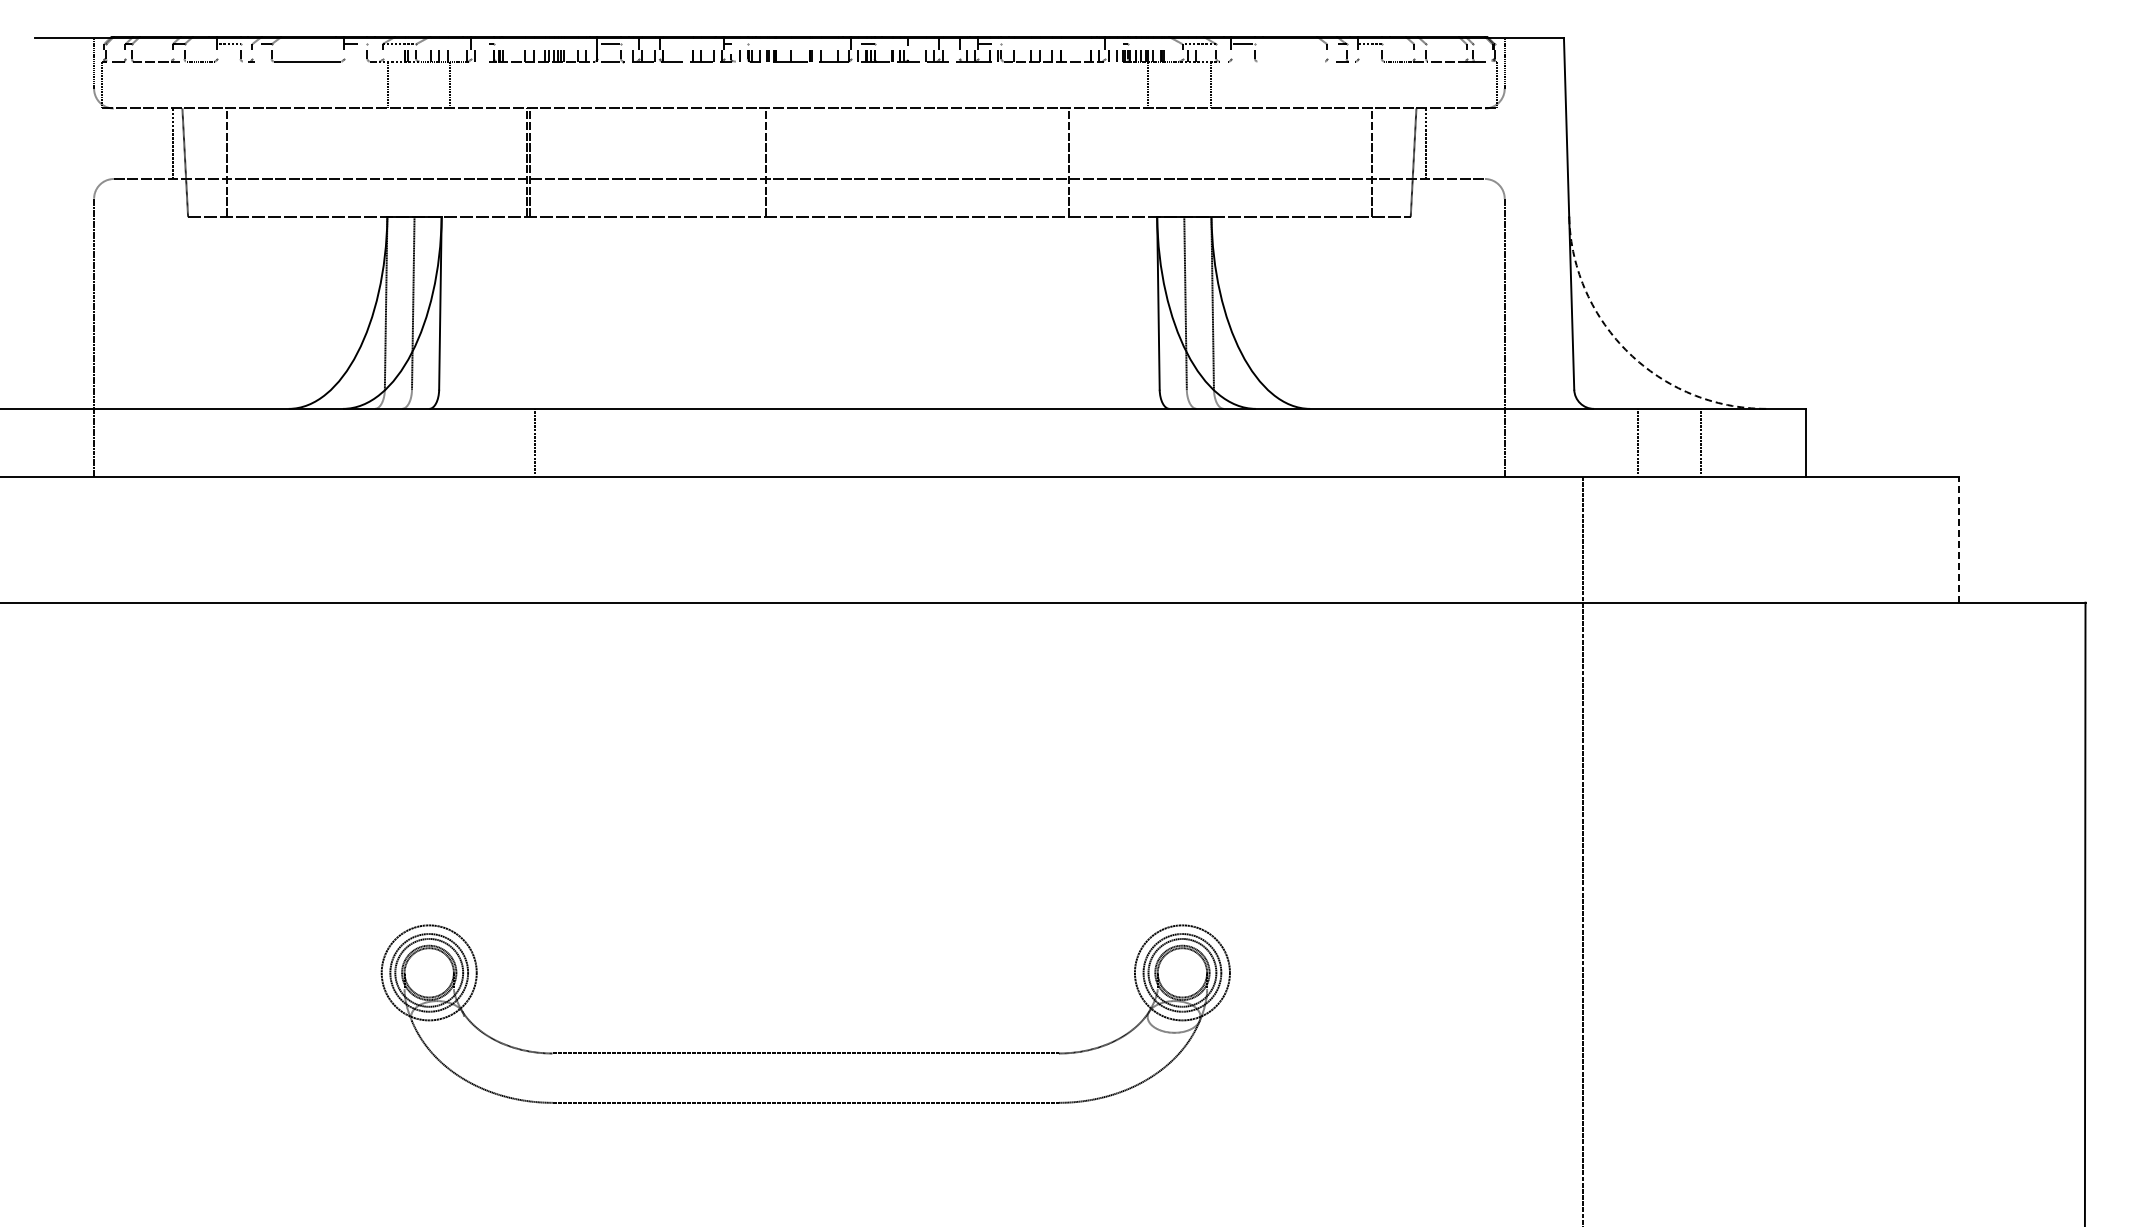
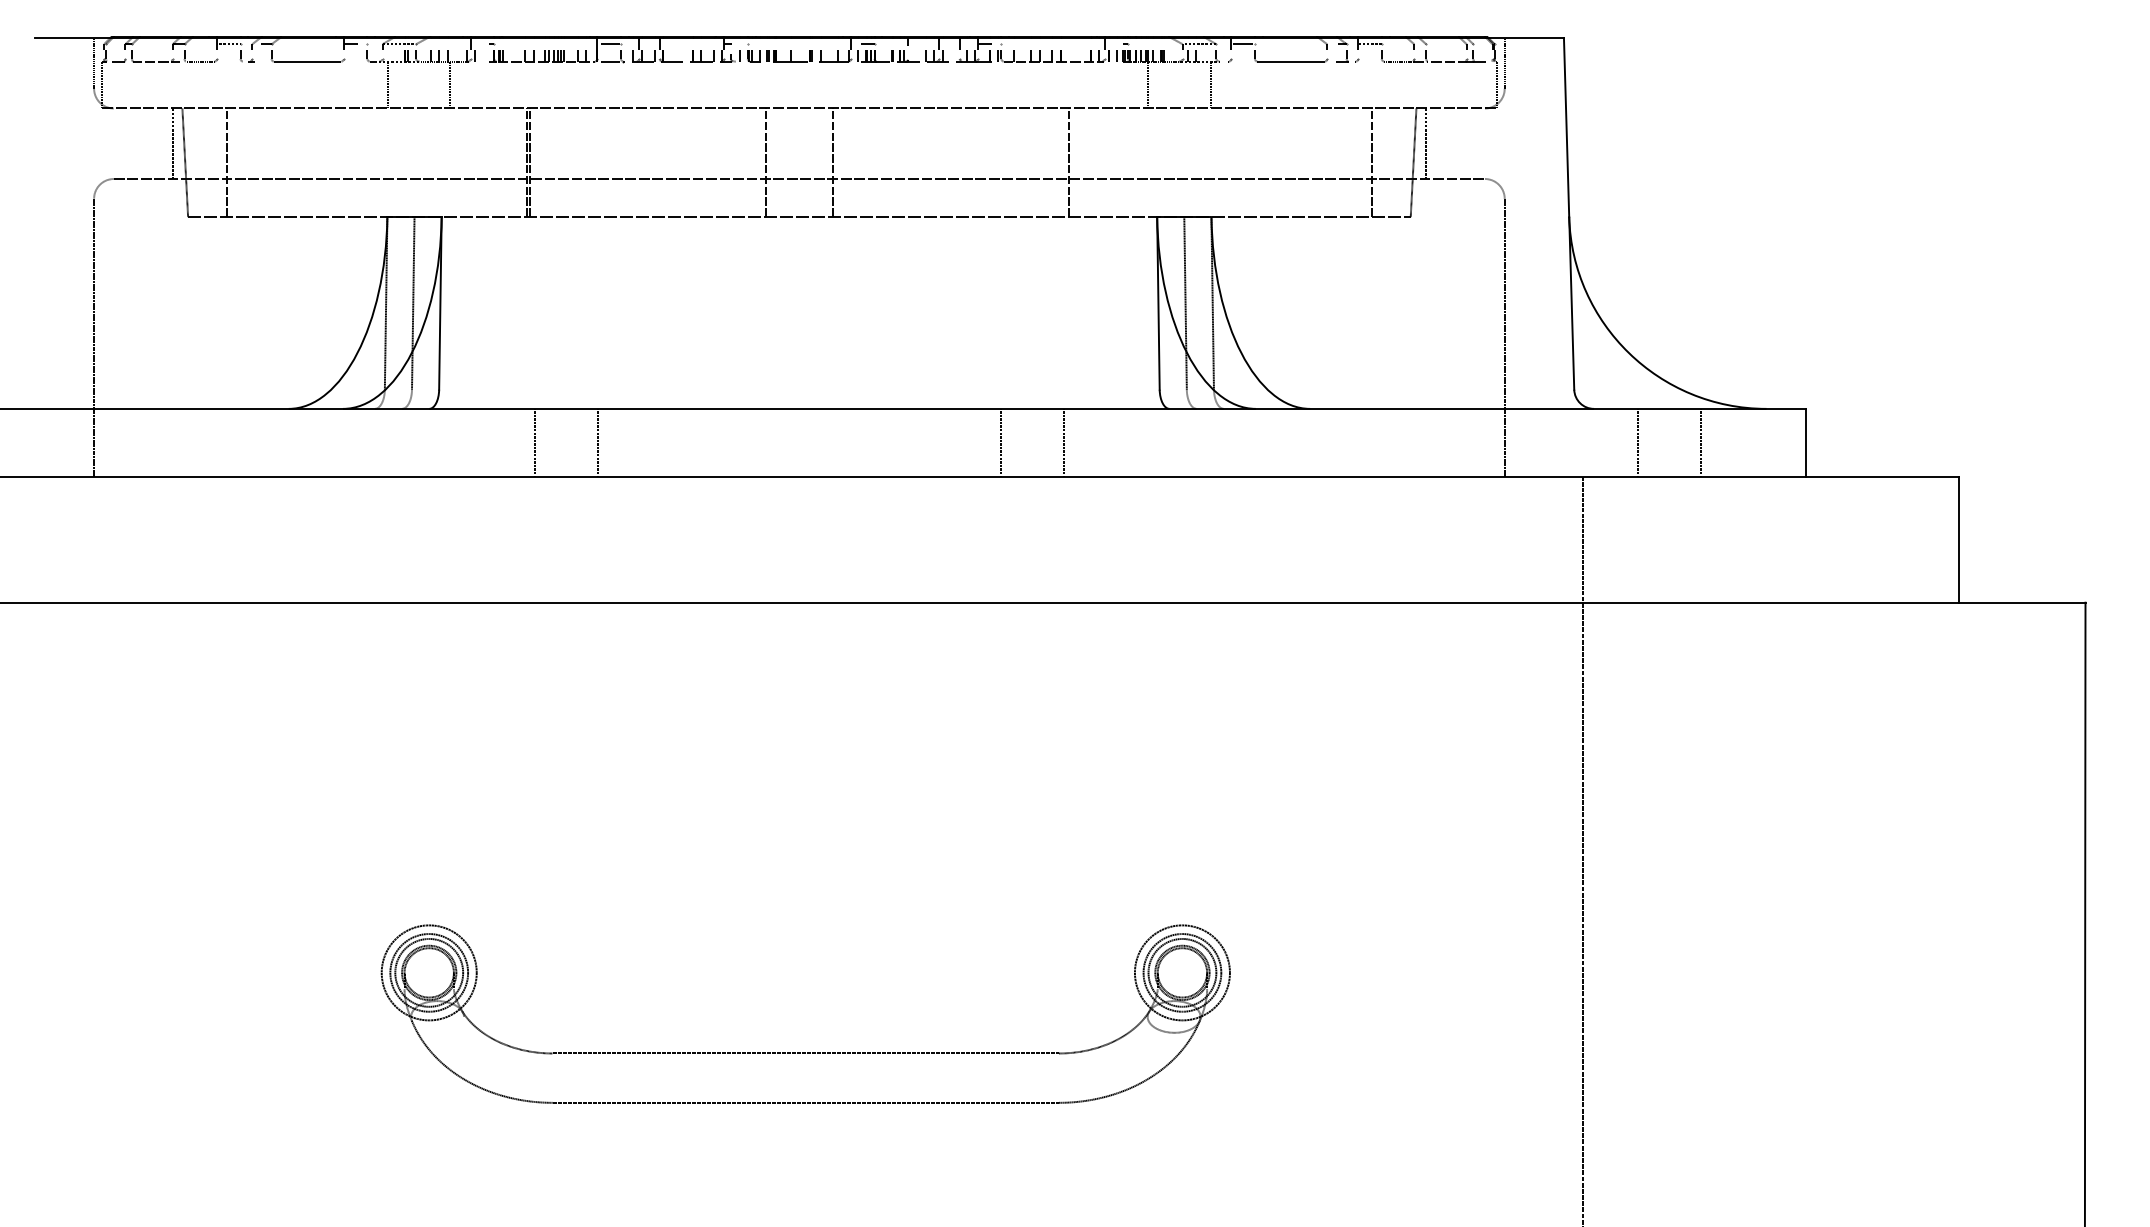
line at (1291, 61): none -> present
line at (832, 162): none -> present
arc at (1629, 353): dashed -> solid
line at (597, 442): none -> present
line at (1001, 442): none -> present
line at (1063, 442): none -> present
line at (1959, 539): dashed -> solid
